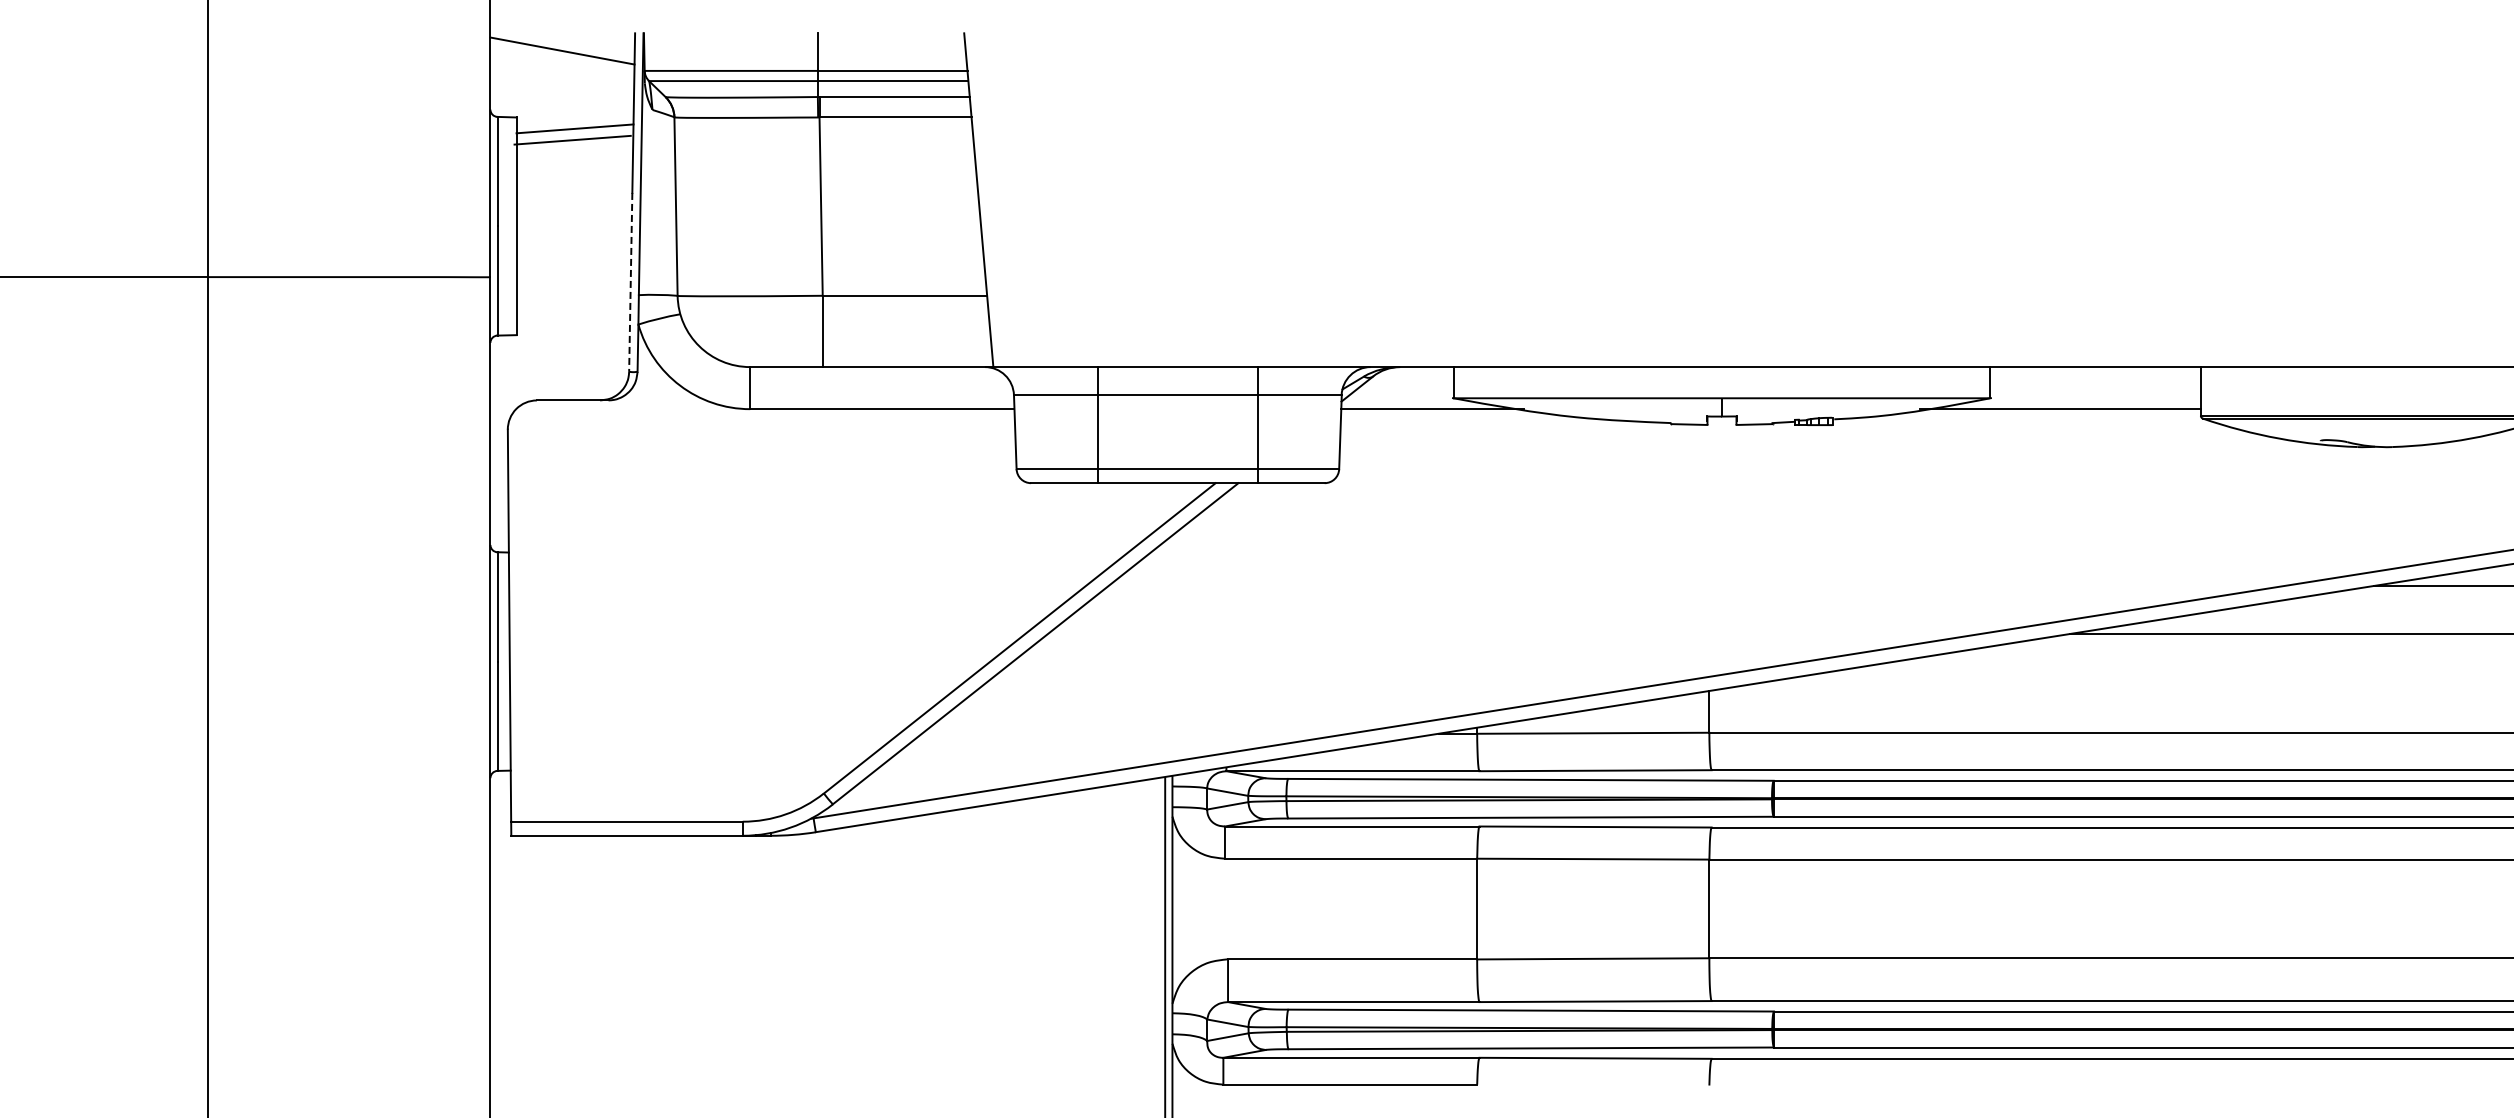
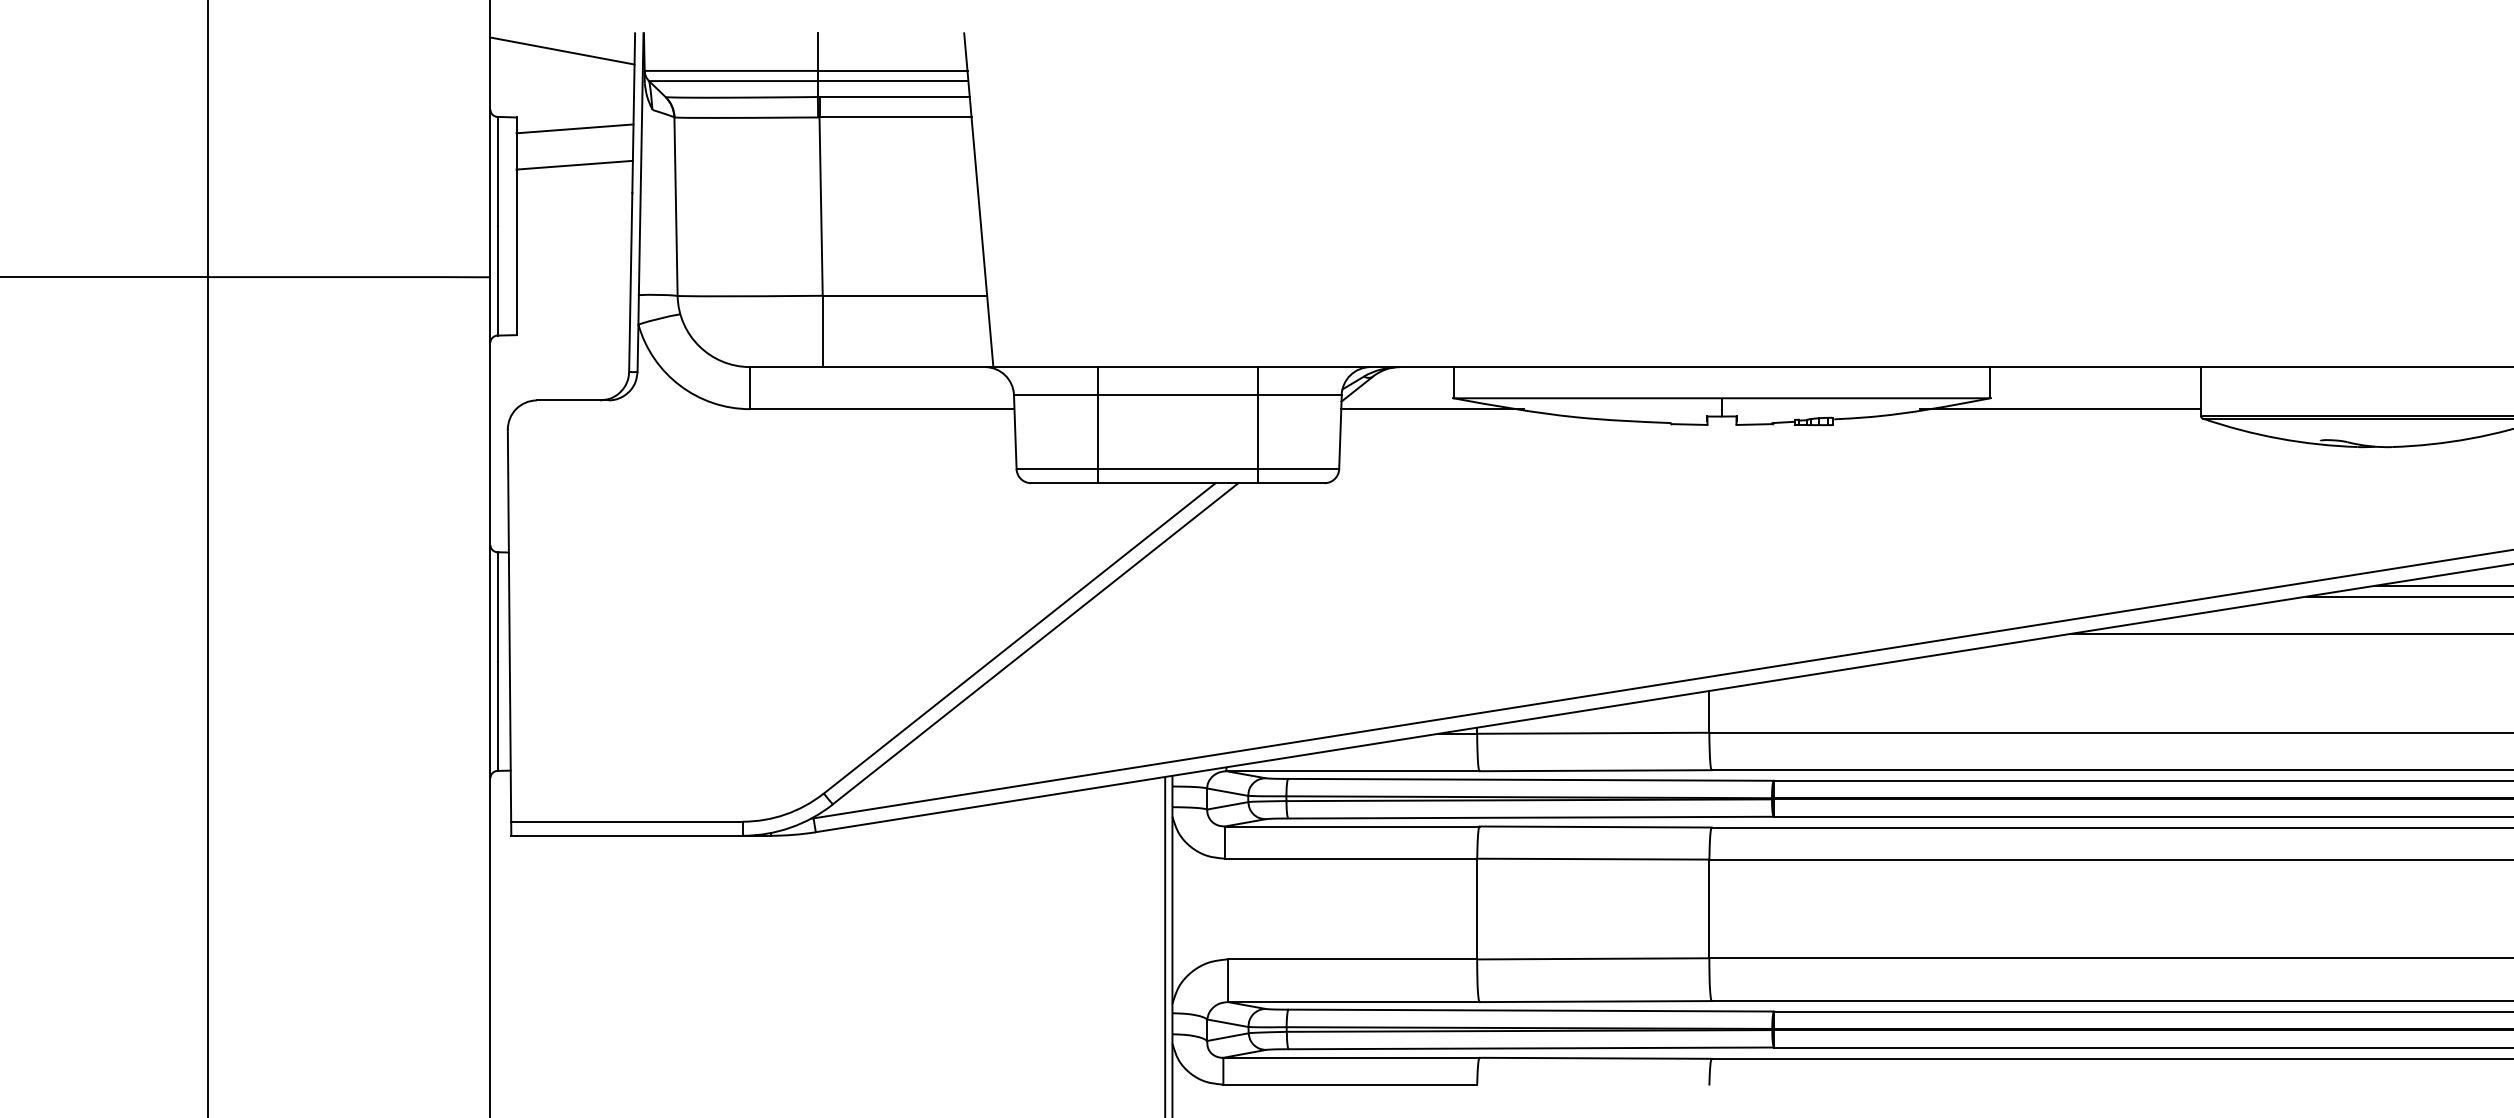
line at (572, 139) position: (572, 139) -> (574, 164)
line at (630, 282): dashed -> solid
line at (2408, 596): none -> present
